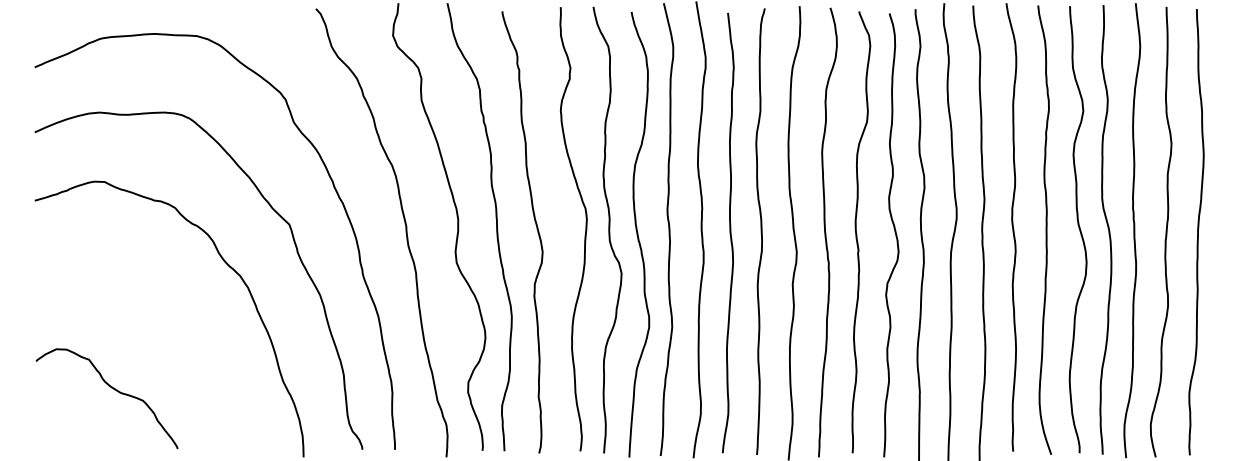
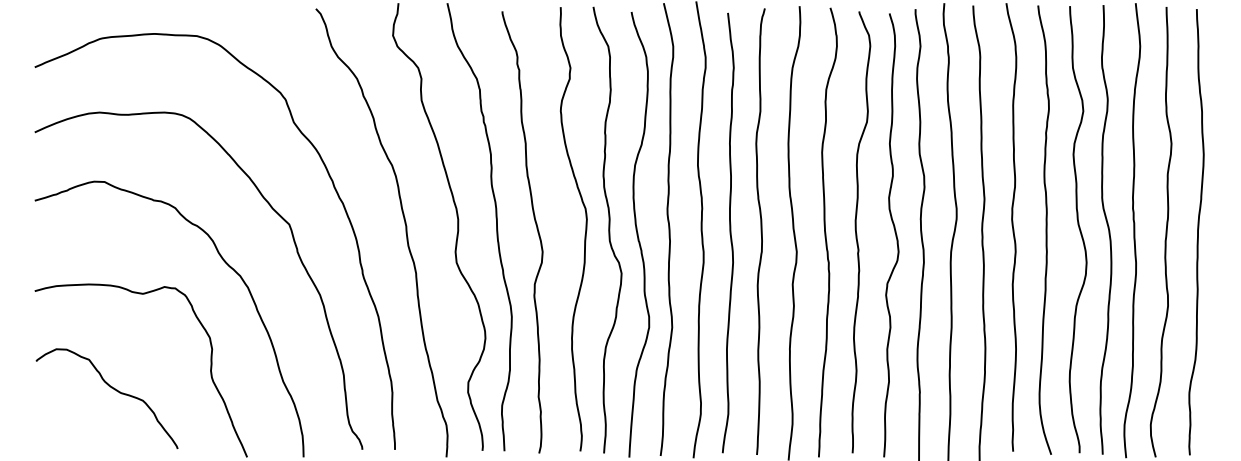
curve at (210, 370): none -> present
